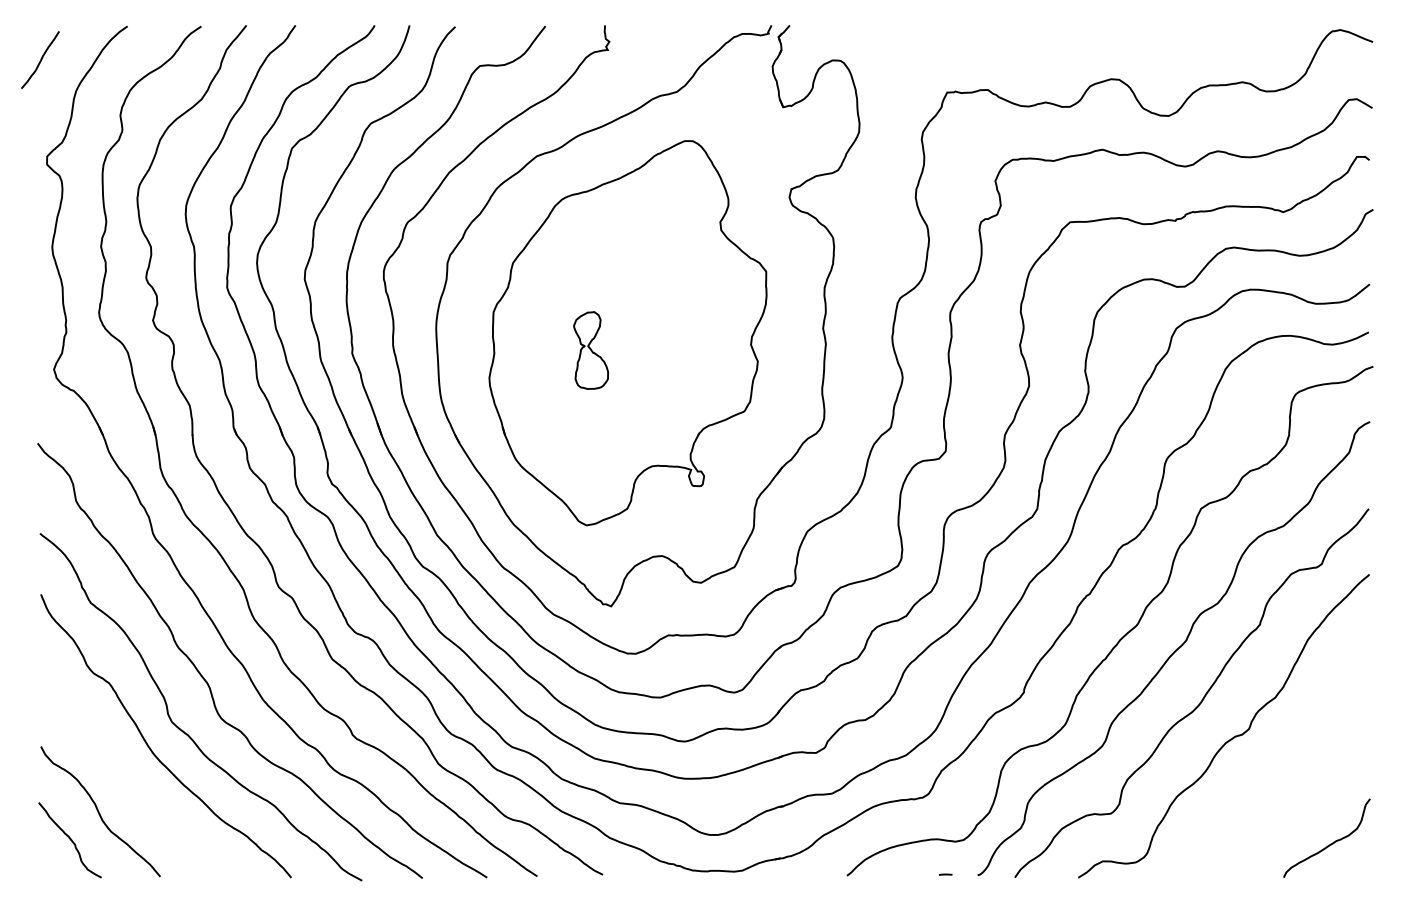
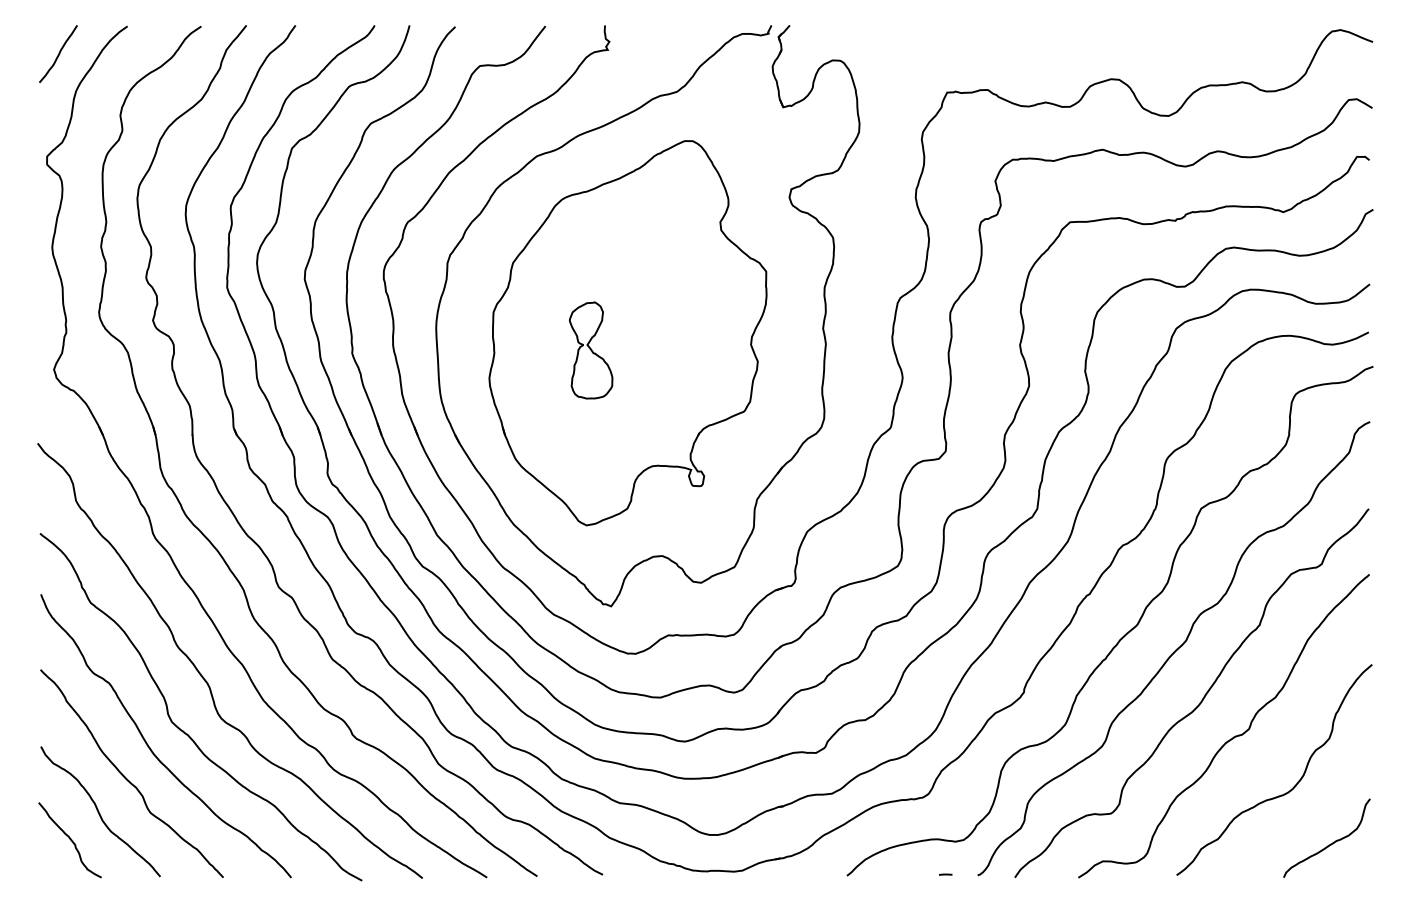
curve at (40, 60) position: (40, 60) -> (58, 54)
part at (590, 350) size: 36x79 px -> 46x99 px
curve at (126, 777): none -> present
curve at (1292, 787): none -> present
